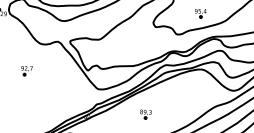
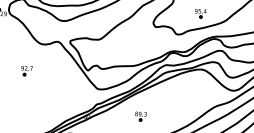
part at (145, 114) position: (145, 114) -> (140, 116)
